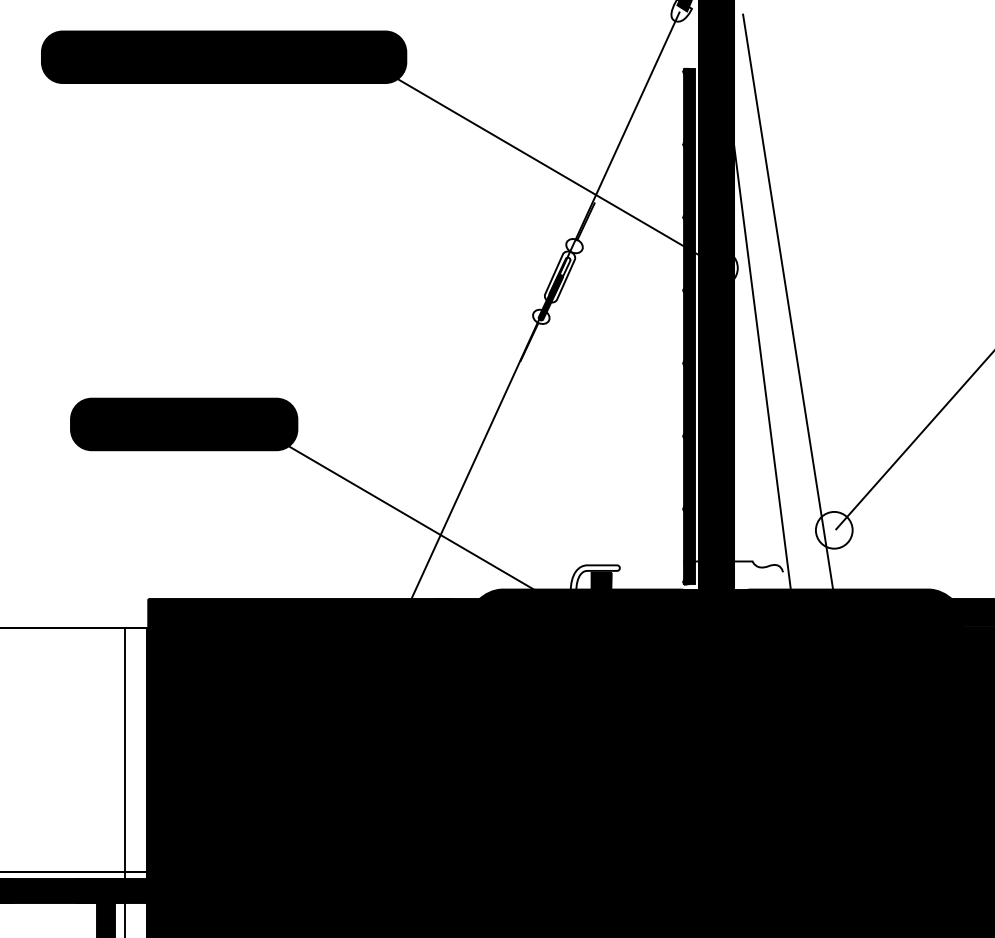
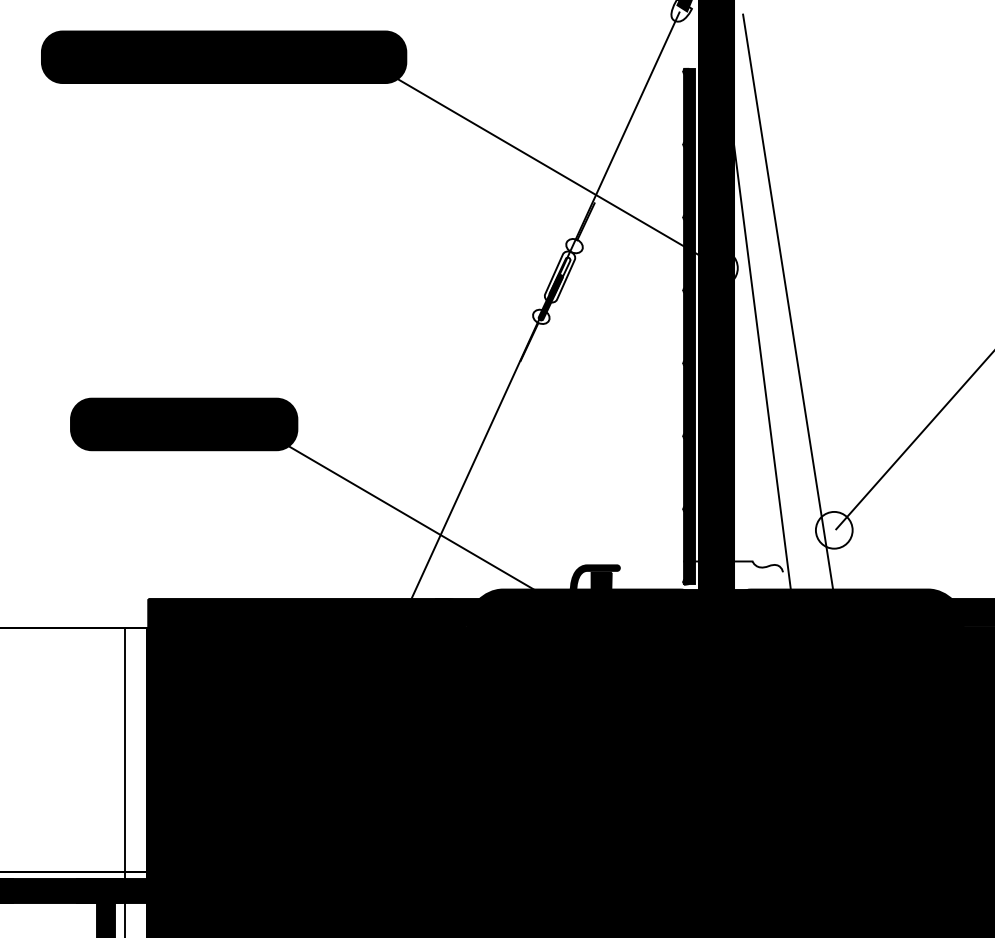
fill at (594, 590): none -> present
